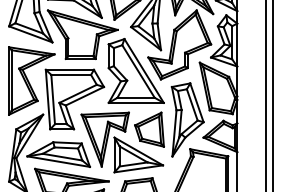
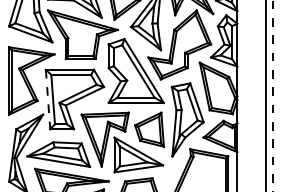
line at (272, 96): solid -> dashed
line at (48, 99): solid -> dashed
